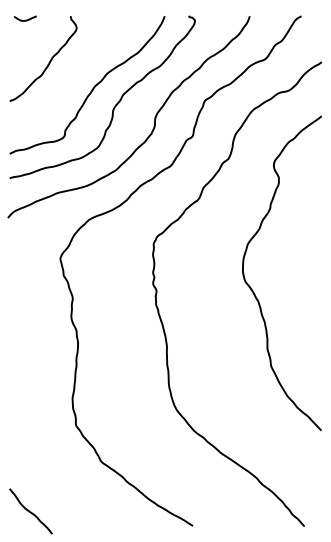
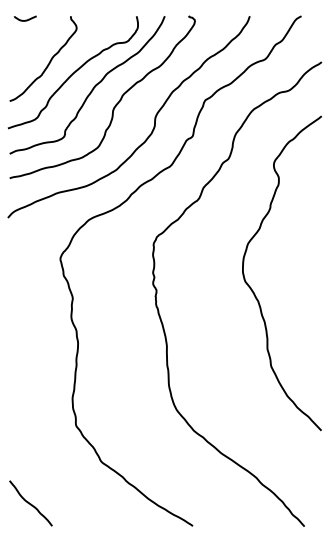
curve at (73, 72): none -> present
curve at (30, 511) position: (30, 511) -> (30, 503)
